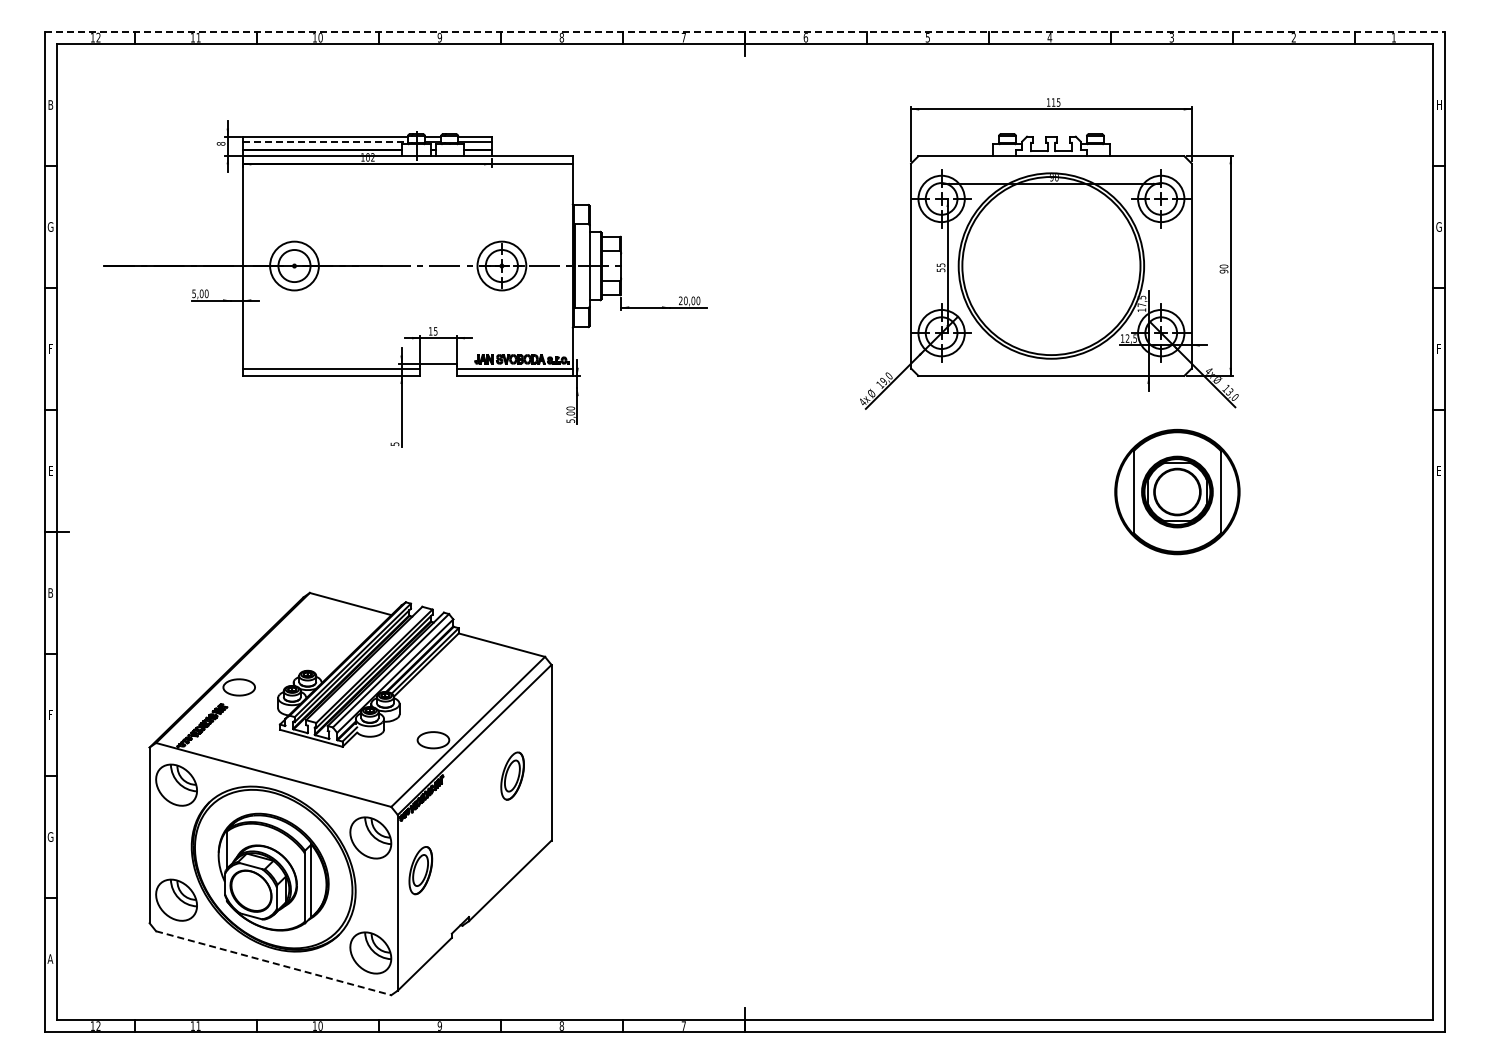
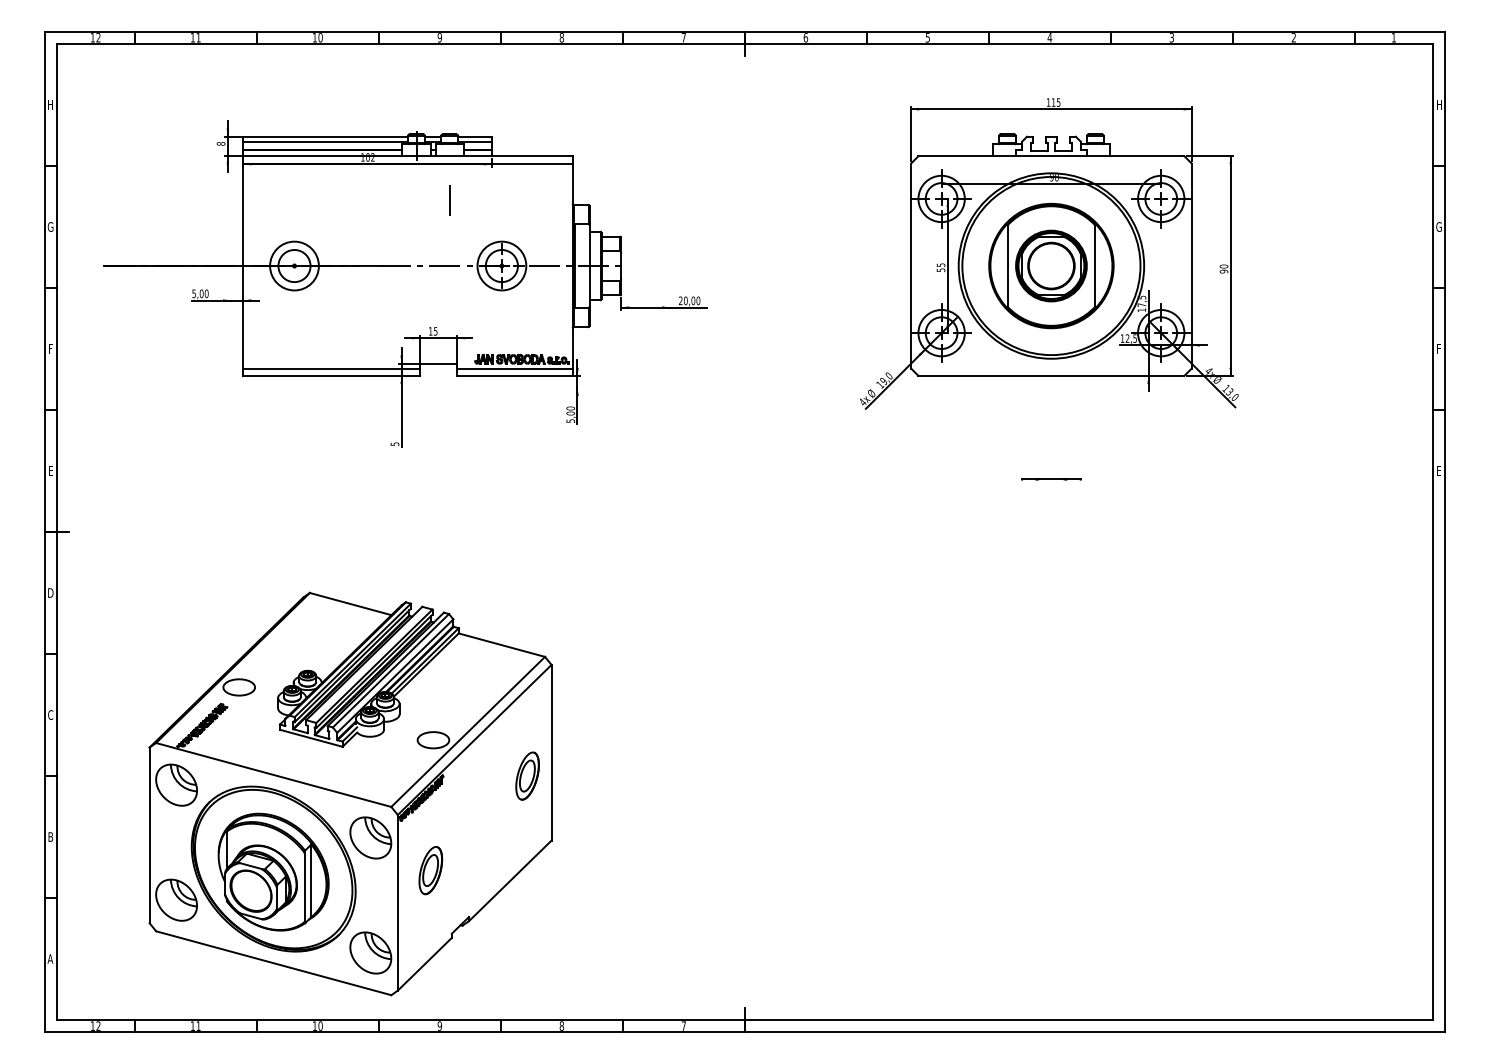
line at (745, 31): dashed -> solid
text at (50, 104): B -> H
line at (326, 141): dashed -> solid
line at (449, 200): none -> present
line at (1051, 479): none -> present
part at (1177, 491) position: (1177, 491) -> (1051, 265)
text at (50, 592): B -> D
text at (50, 714): F -> C
part at (512, 775) position: (512, 775) -> (527, 775)
text at (50, 836): G -> B
part at (420, 870) position: (420, 870) -> (430, 870)
line at (273, 963): dashed -> solid
